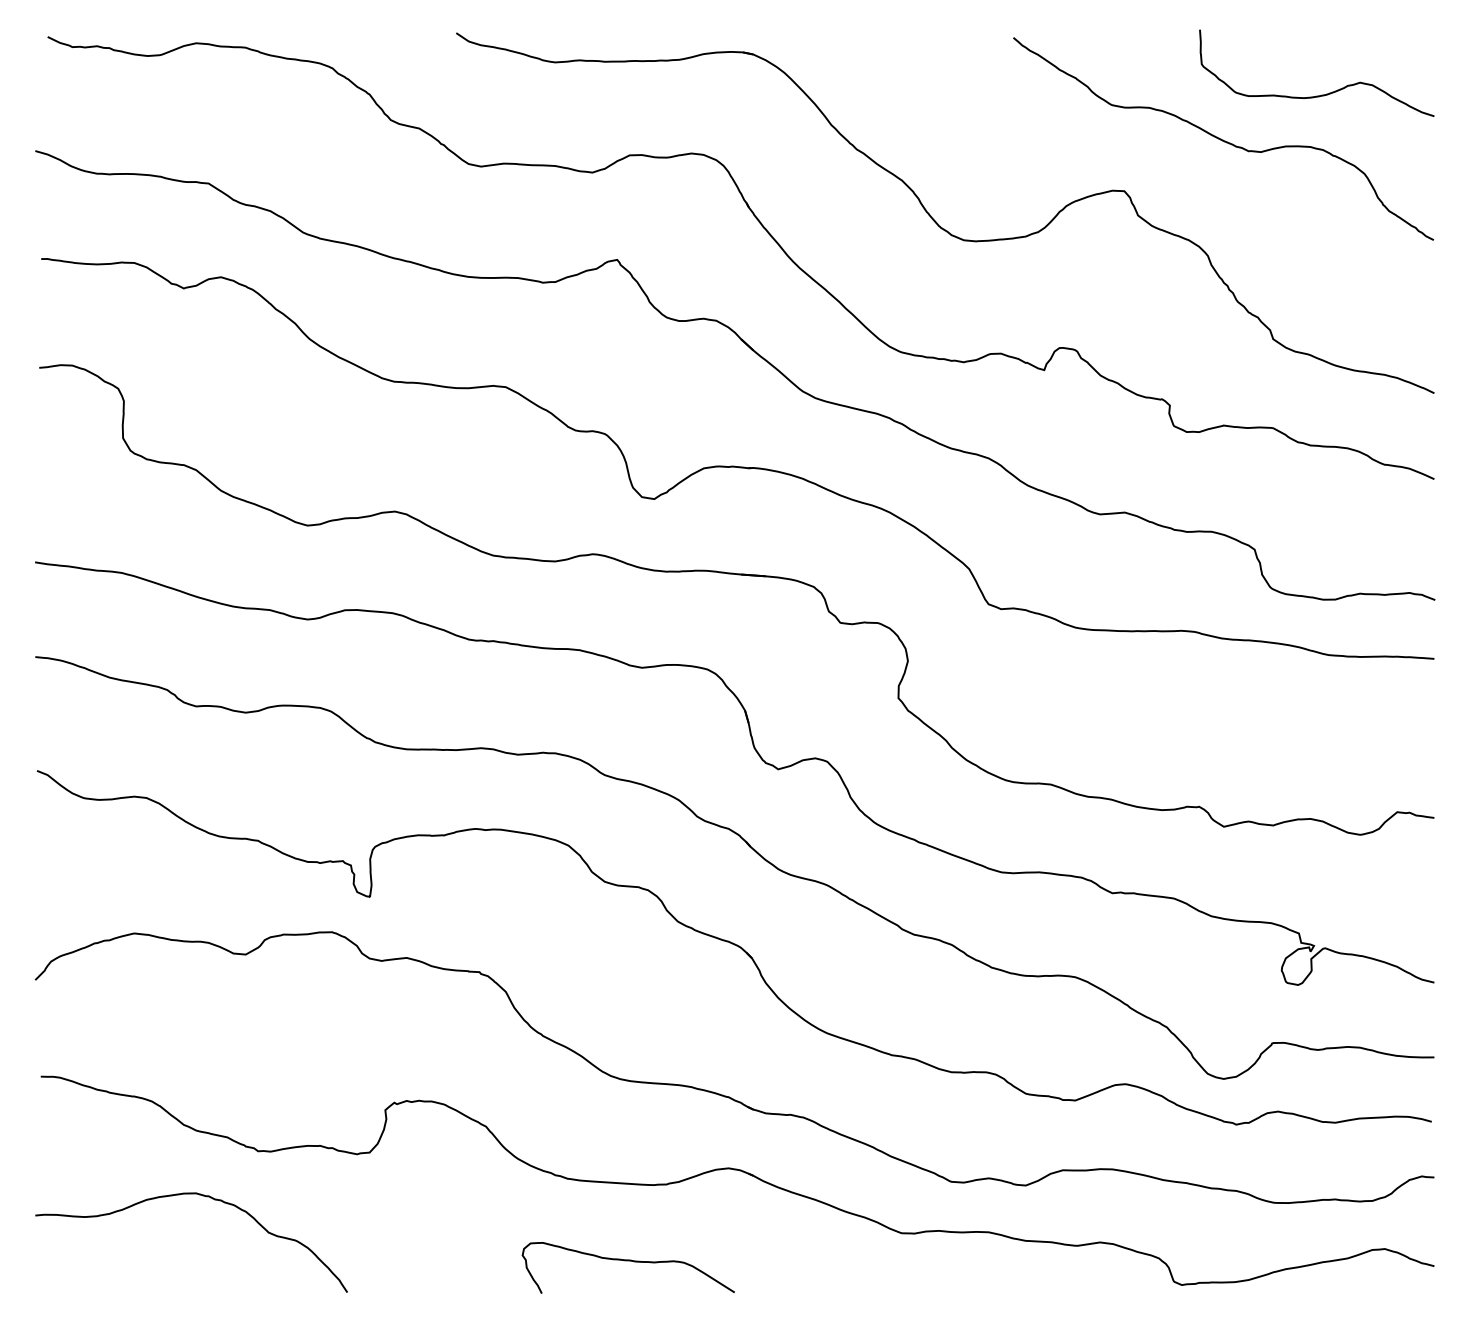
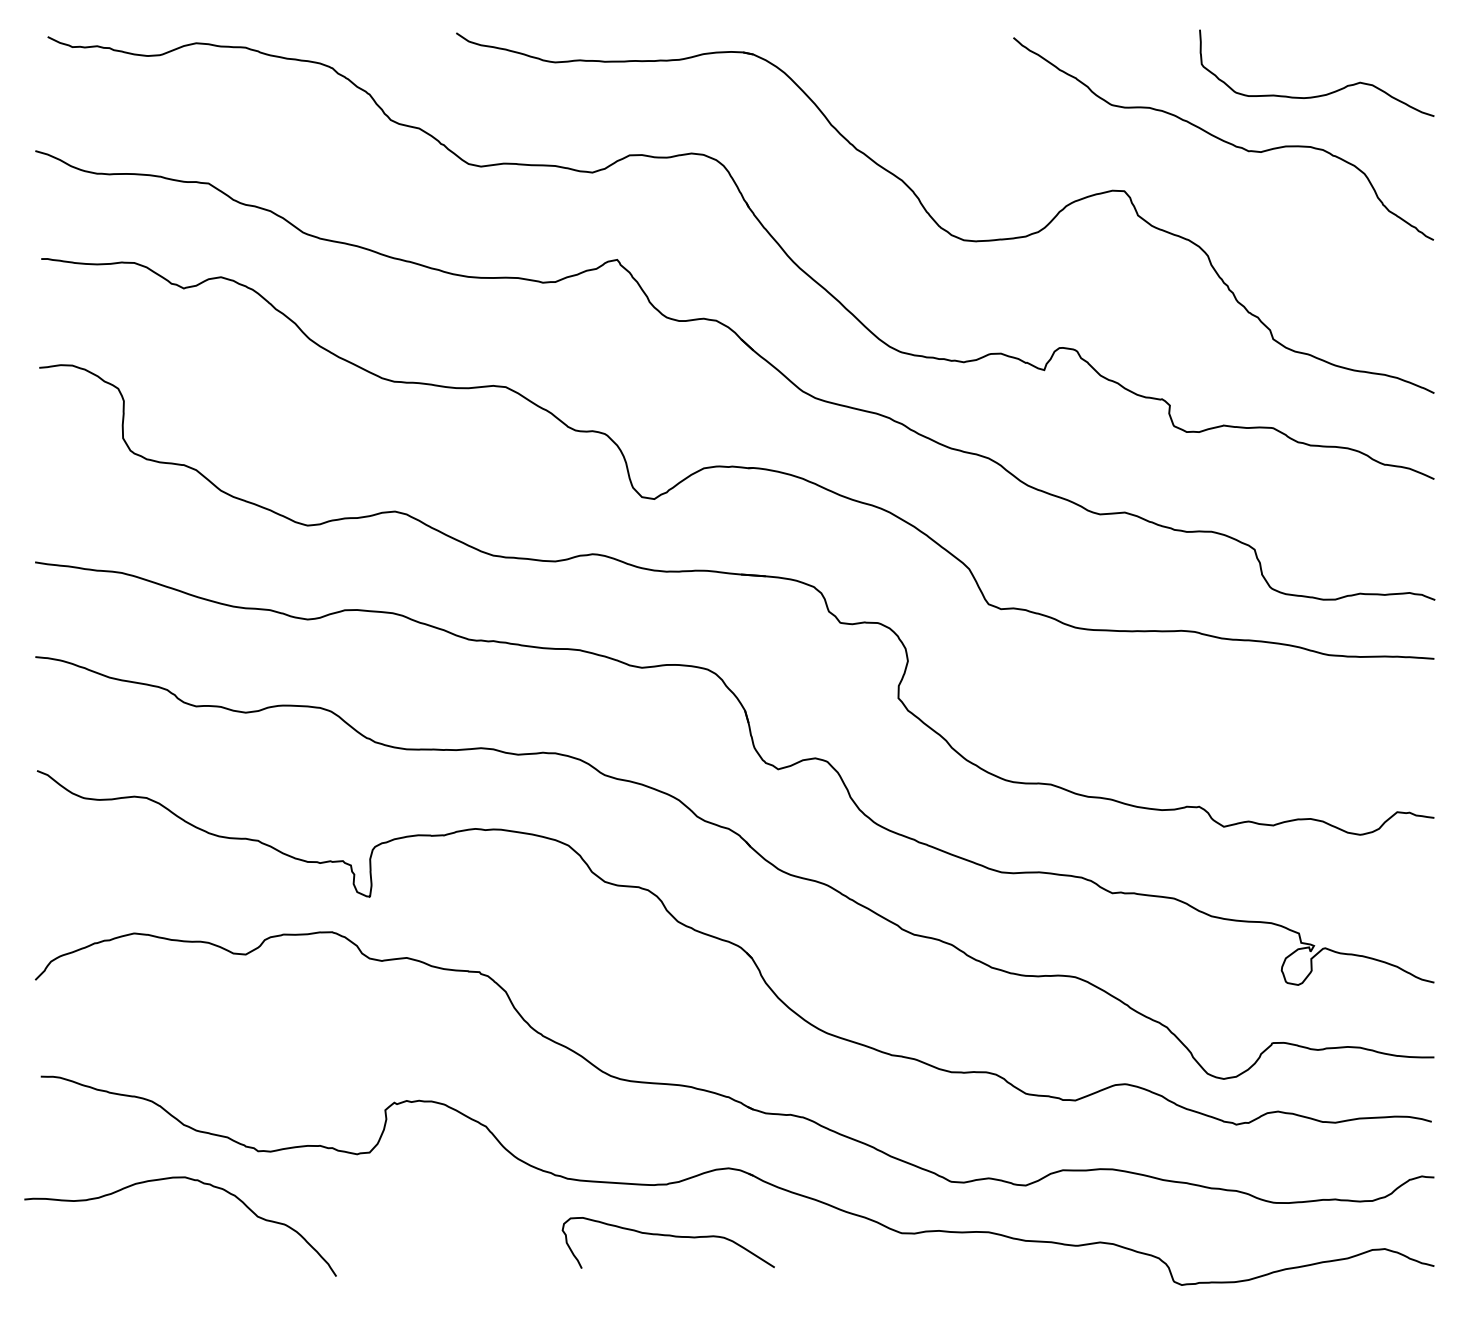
curve at (202, 1196) position: (202, 1196) -> (191, 1180)
curve at (627, 1261) position: (627, 1261) -> (667, 1236)
